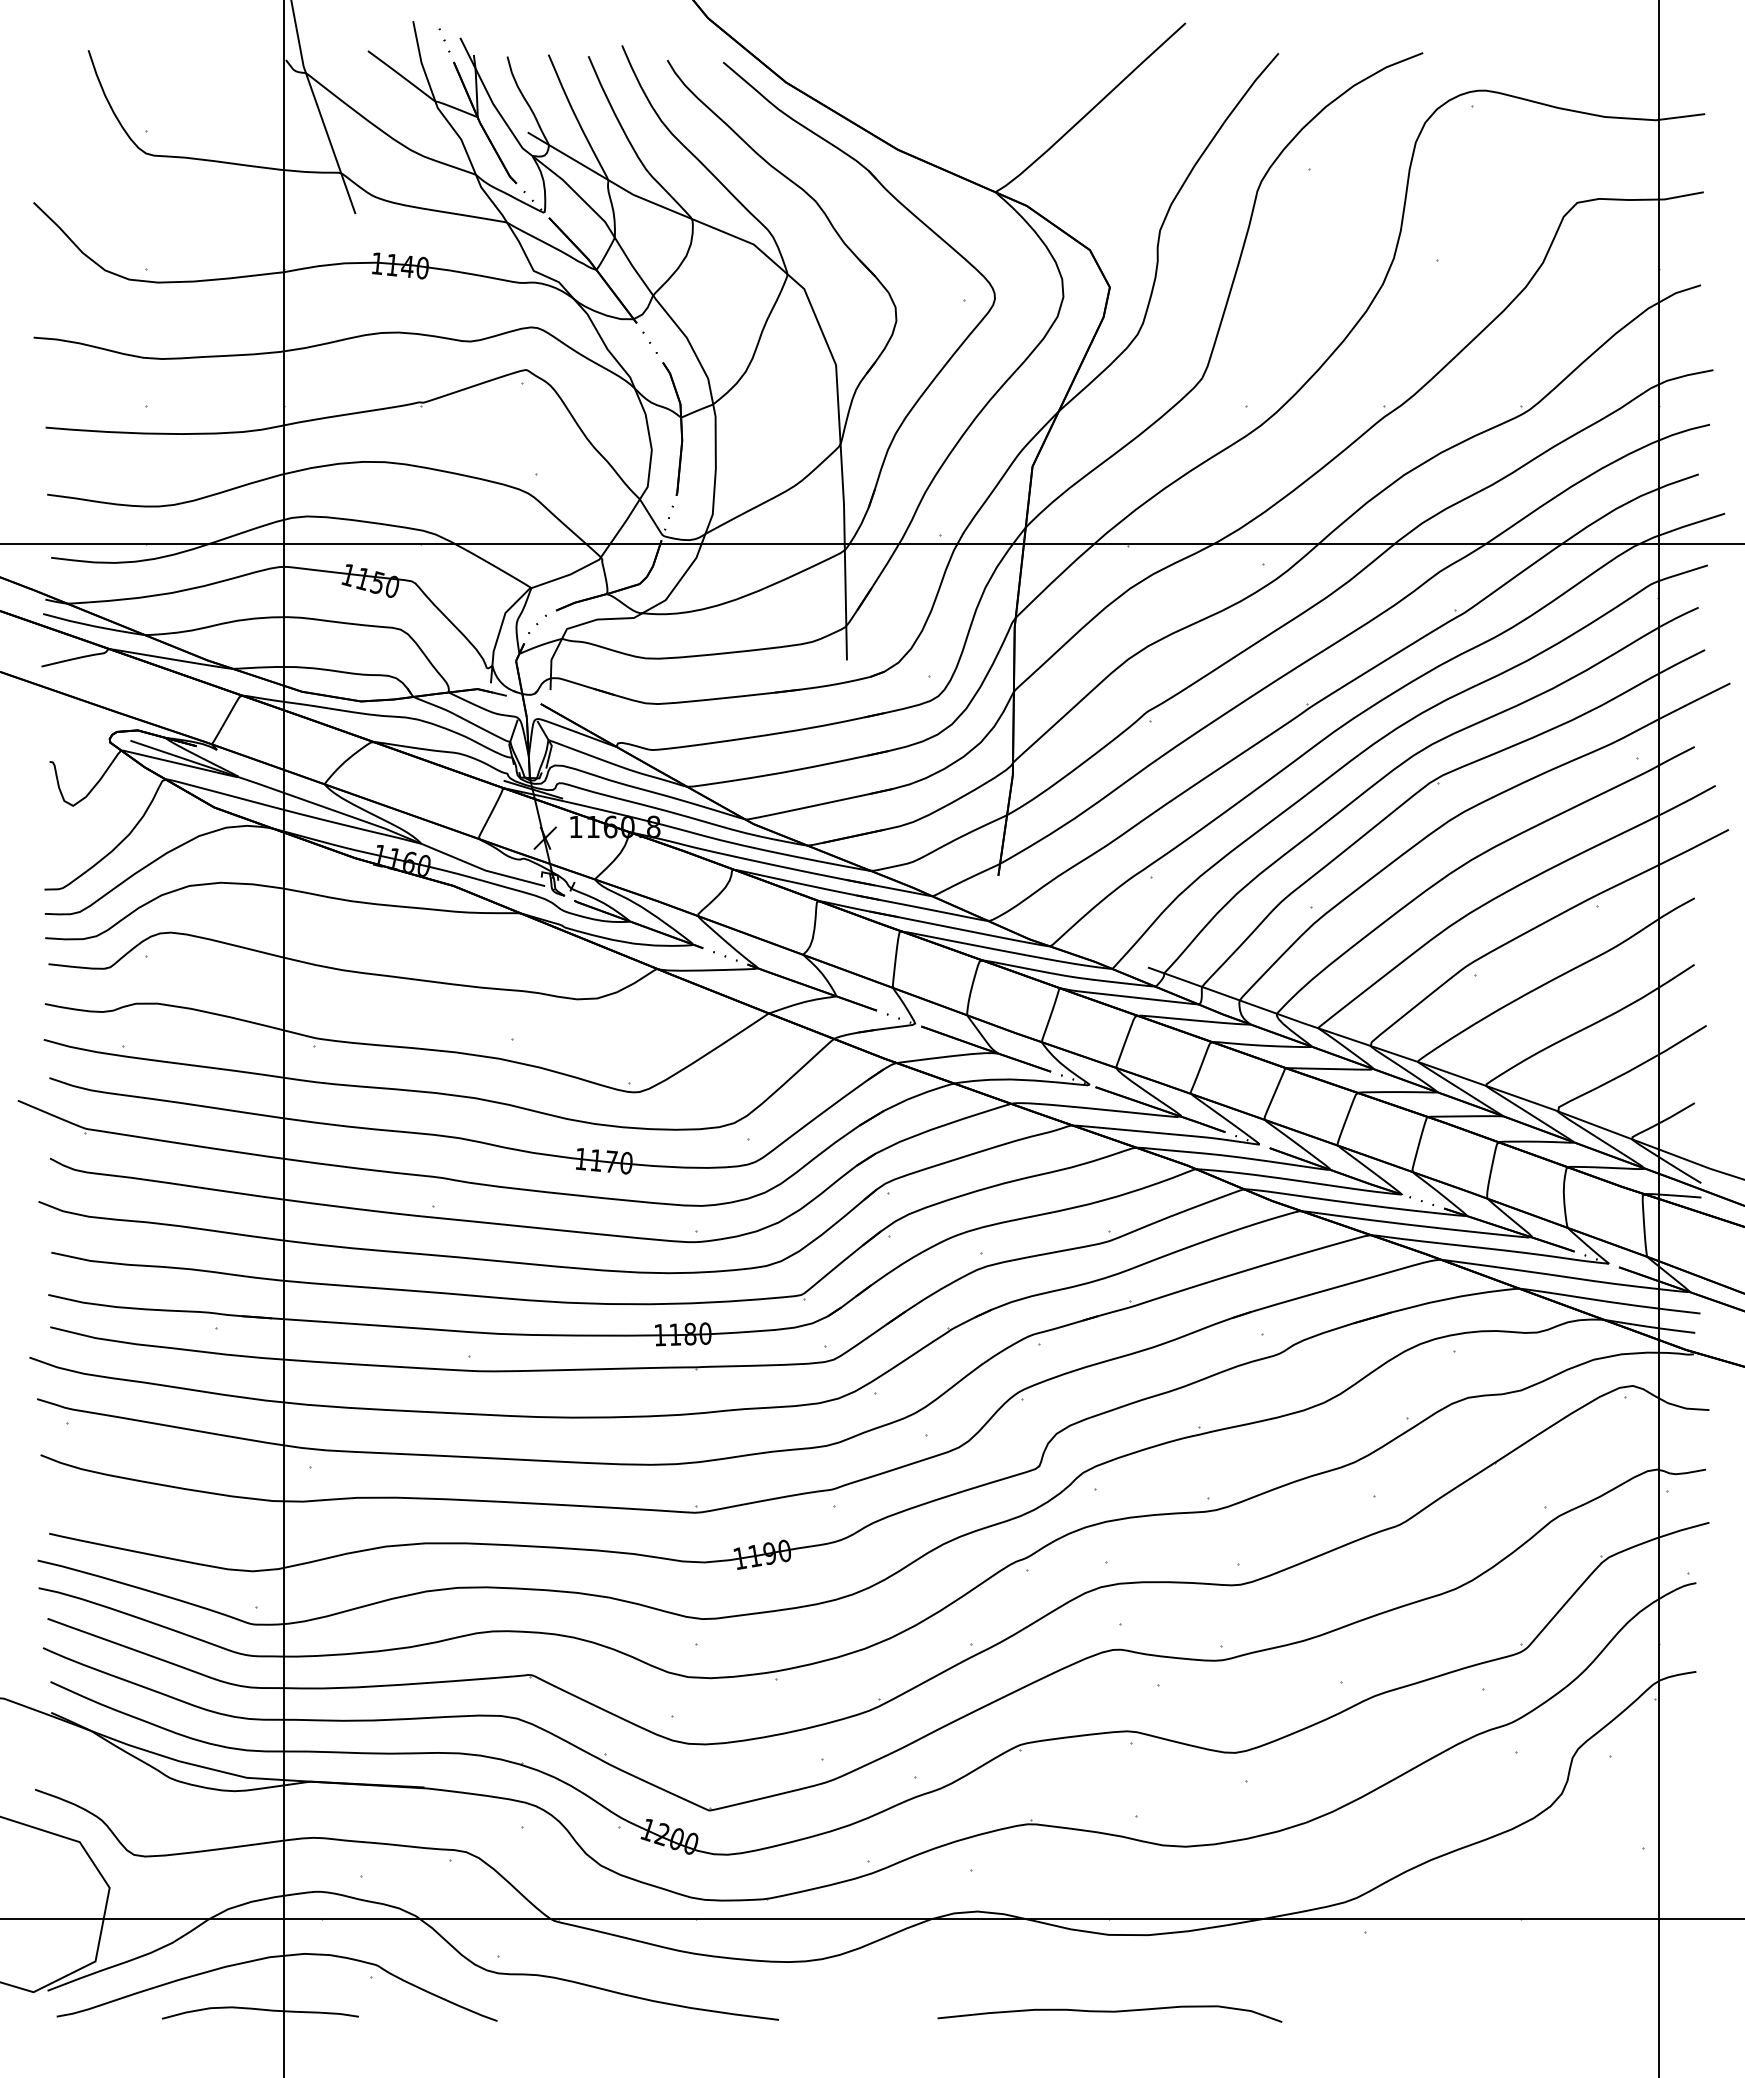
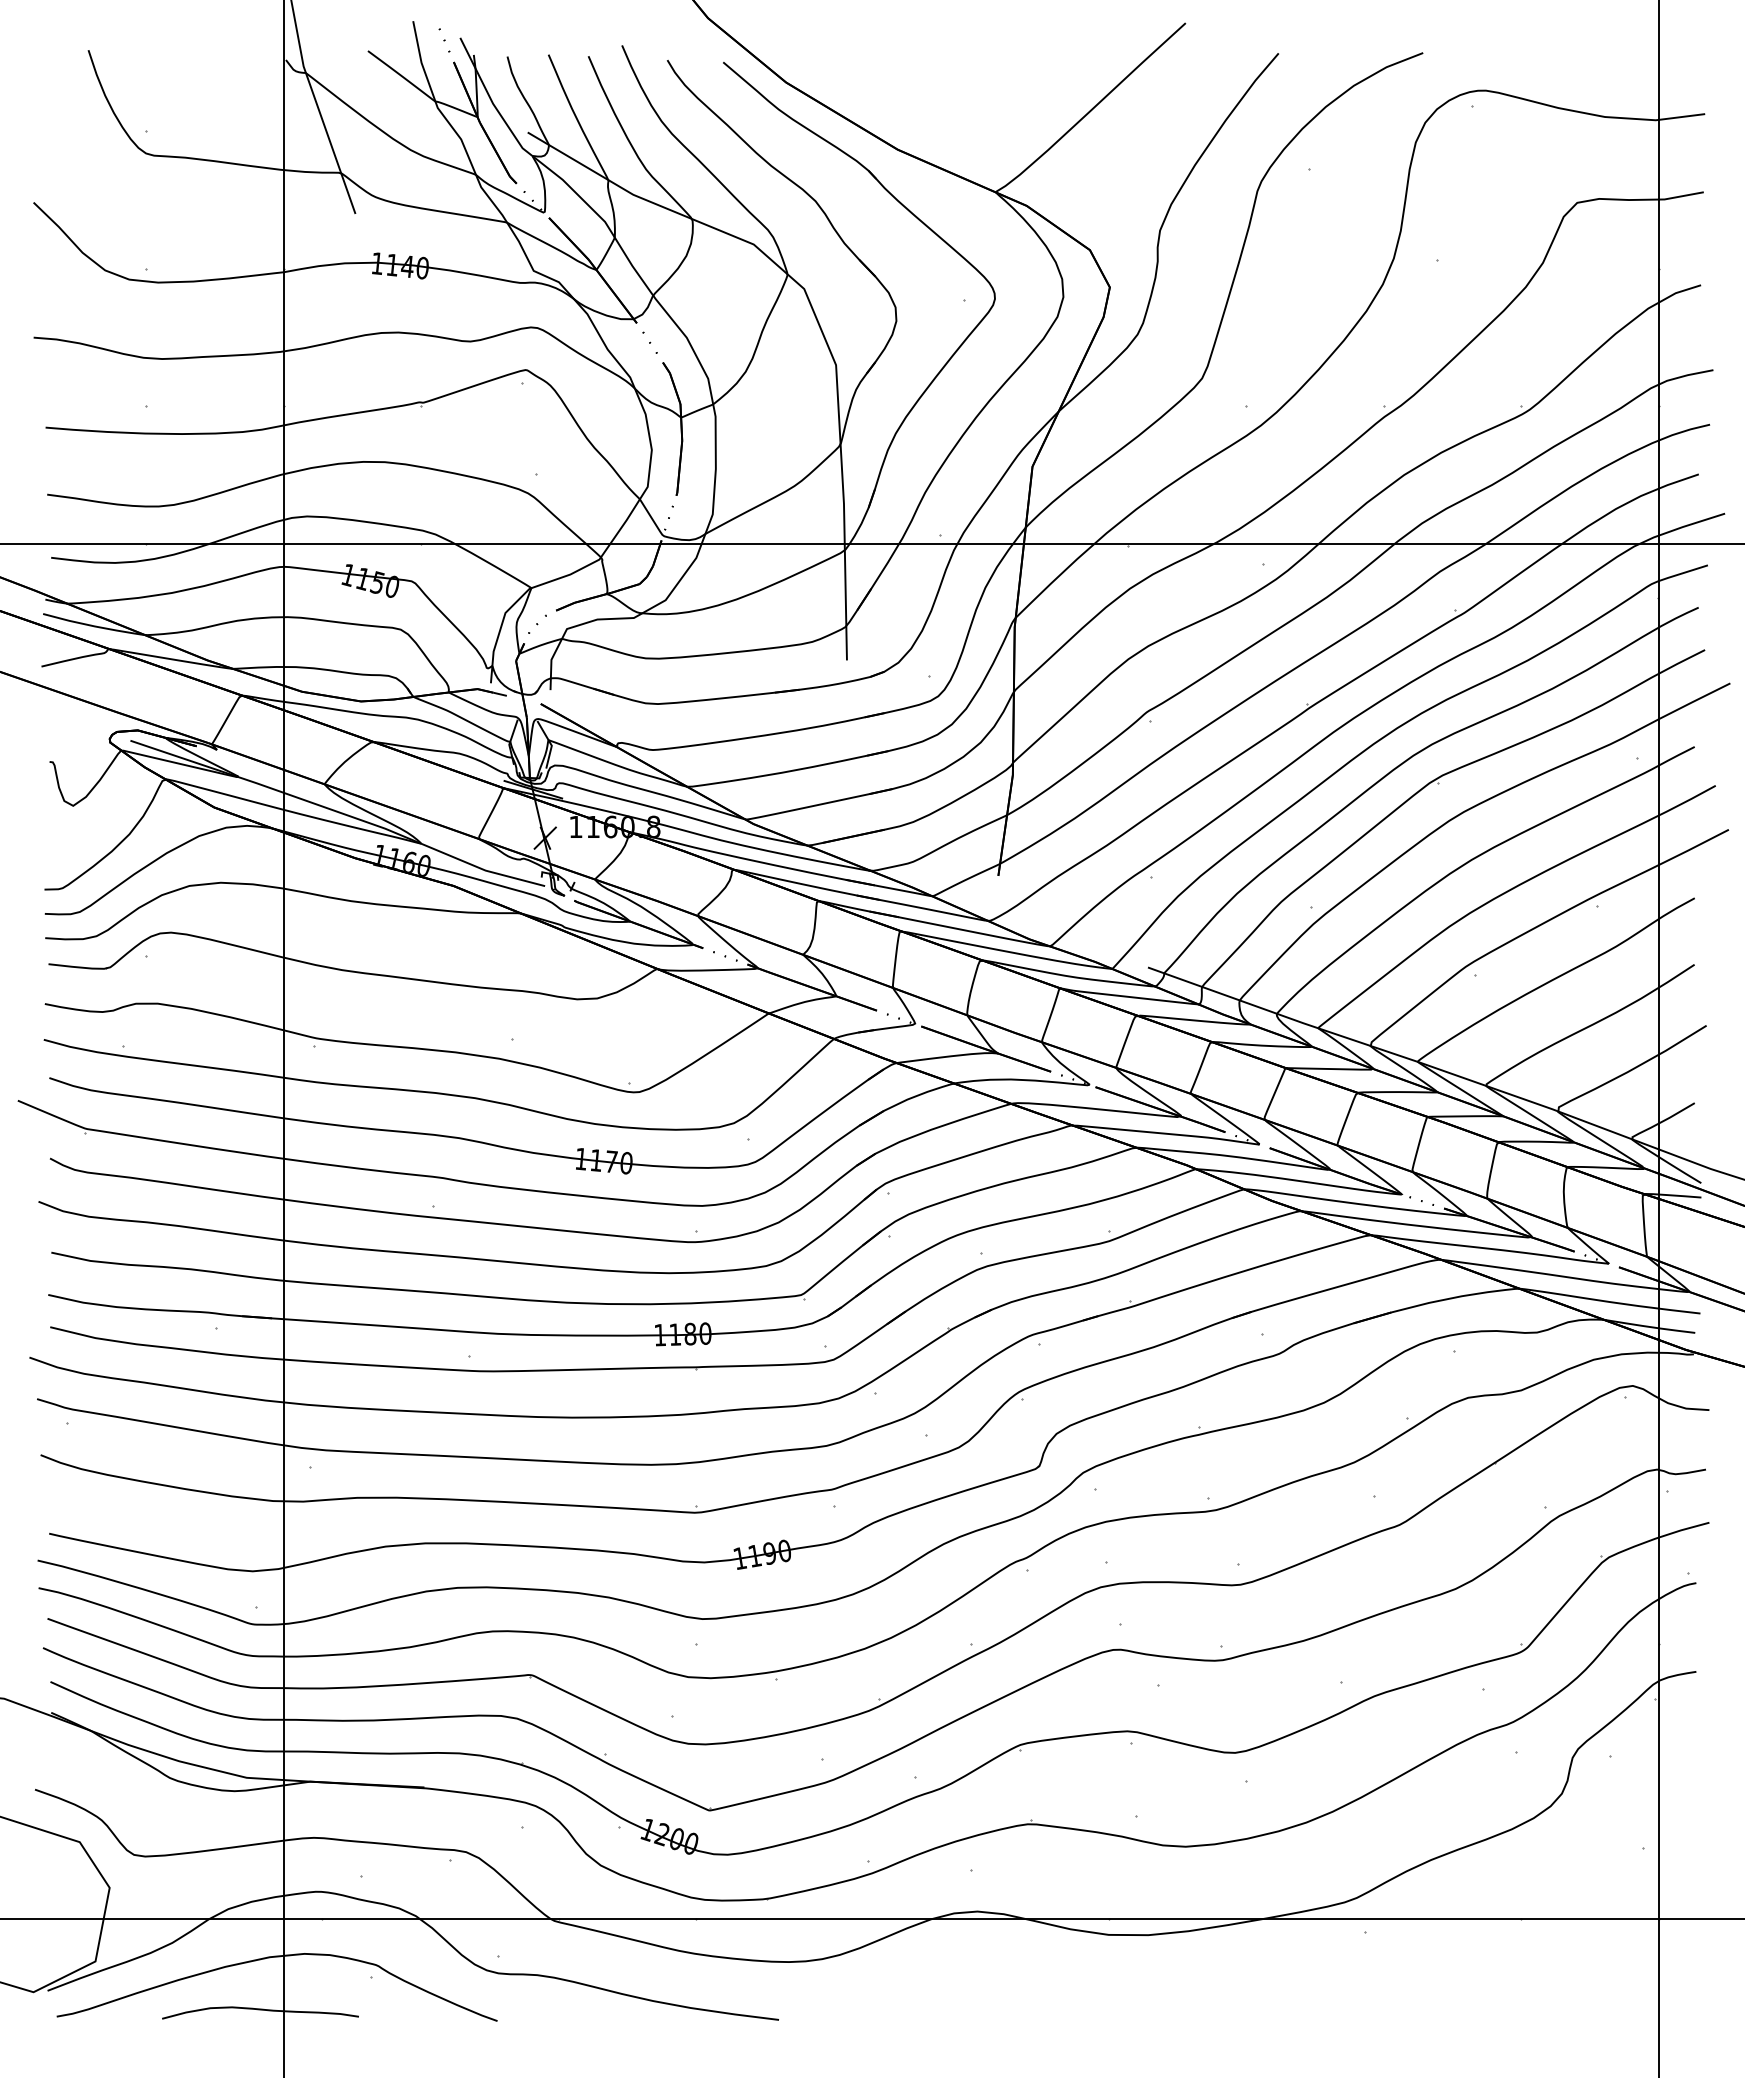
curve at (1109, 2012): present -> none
